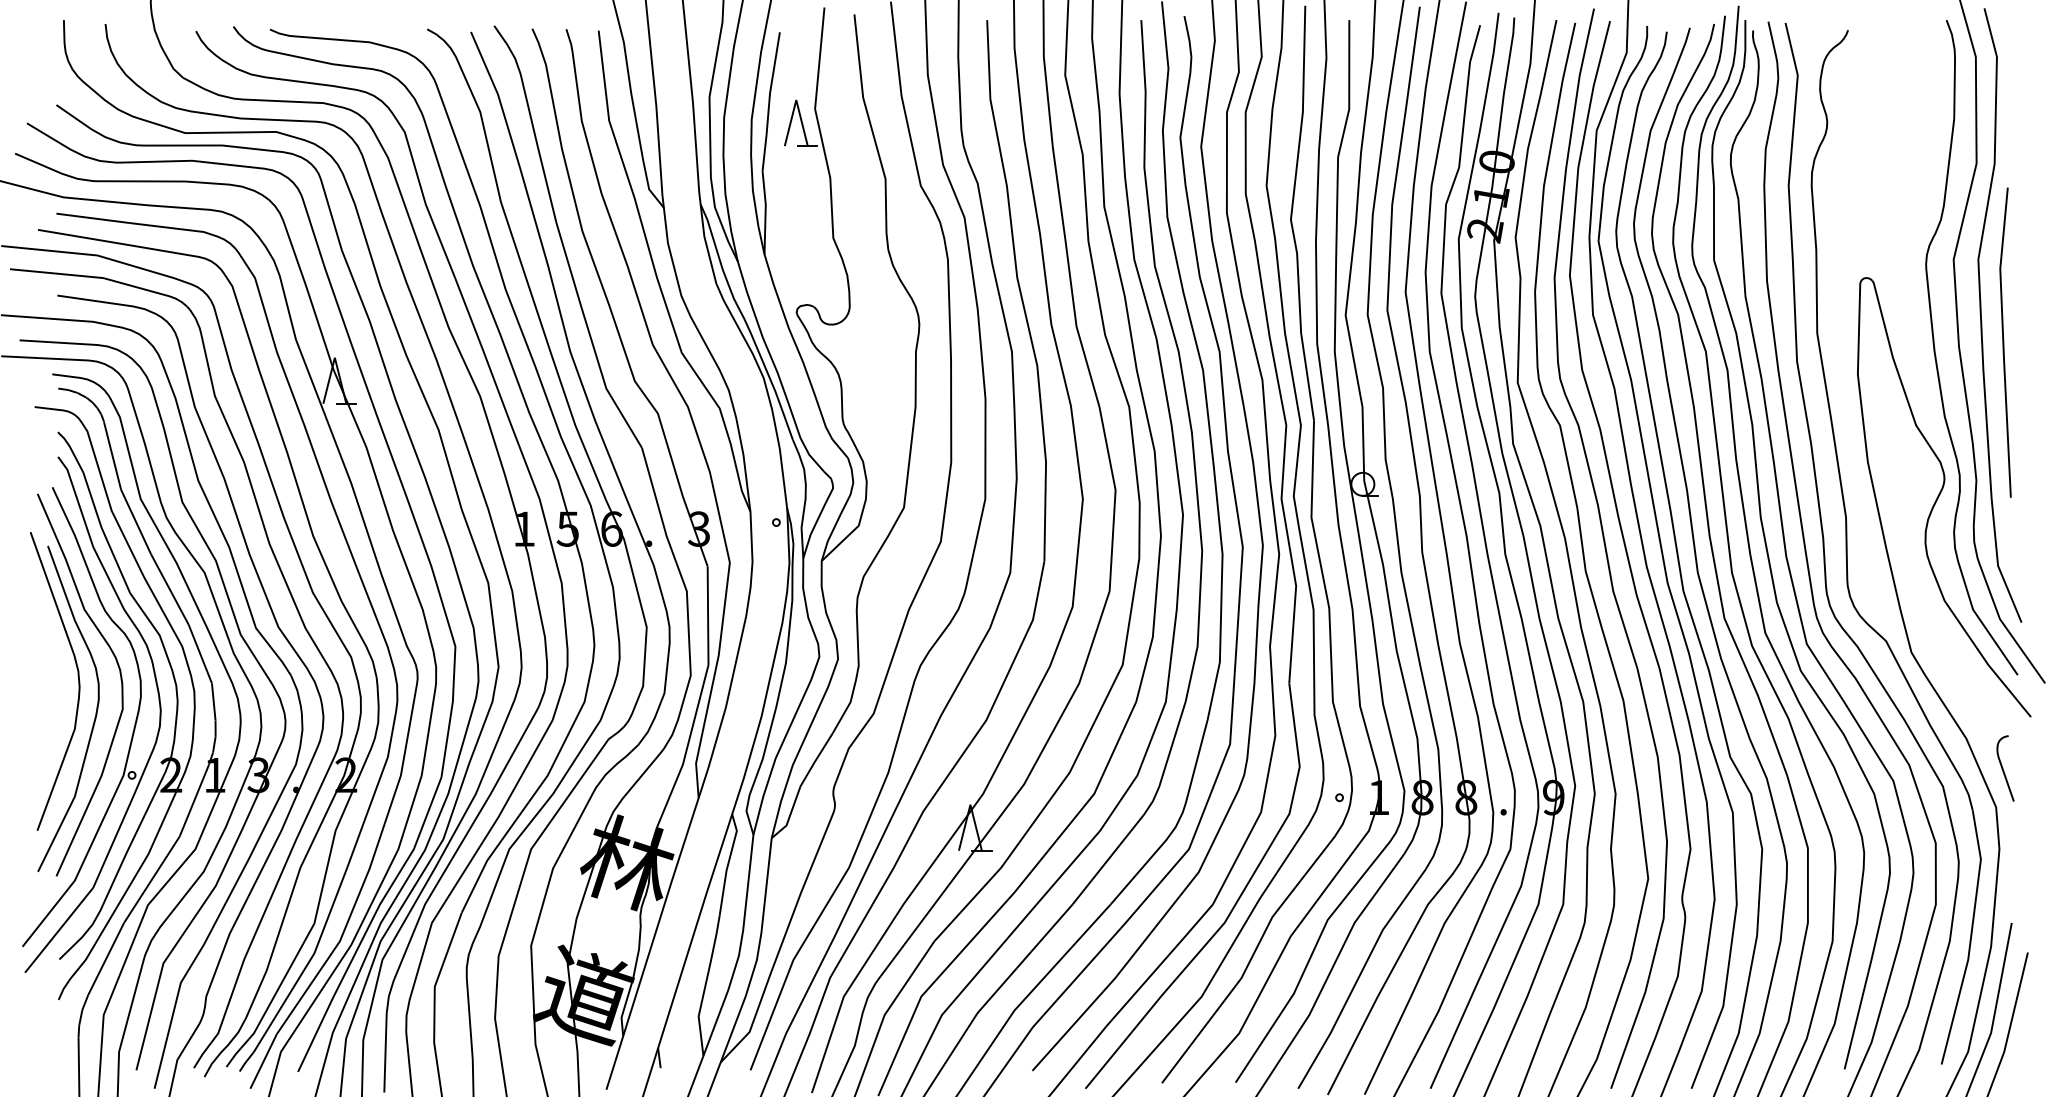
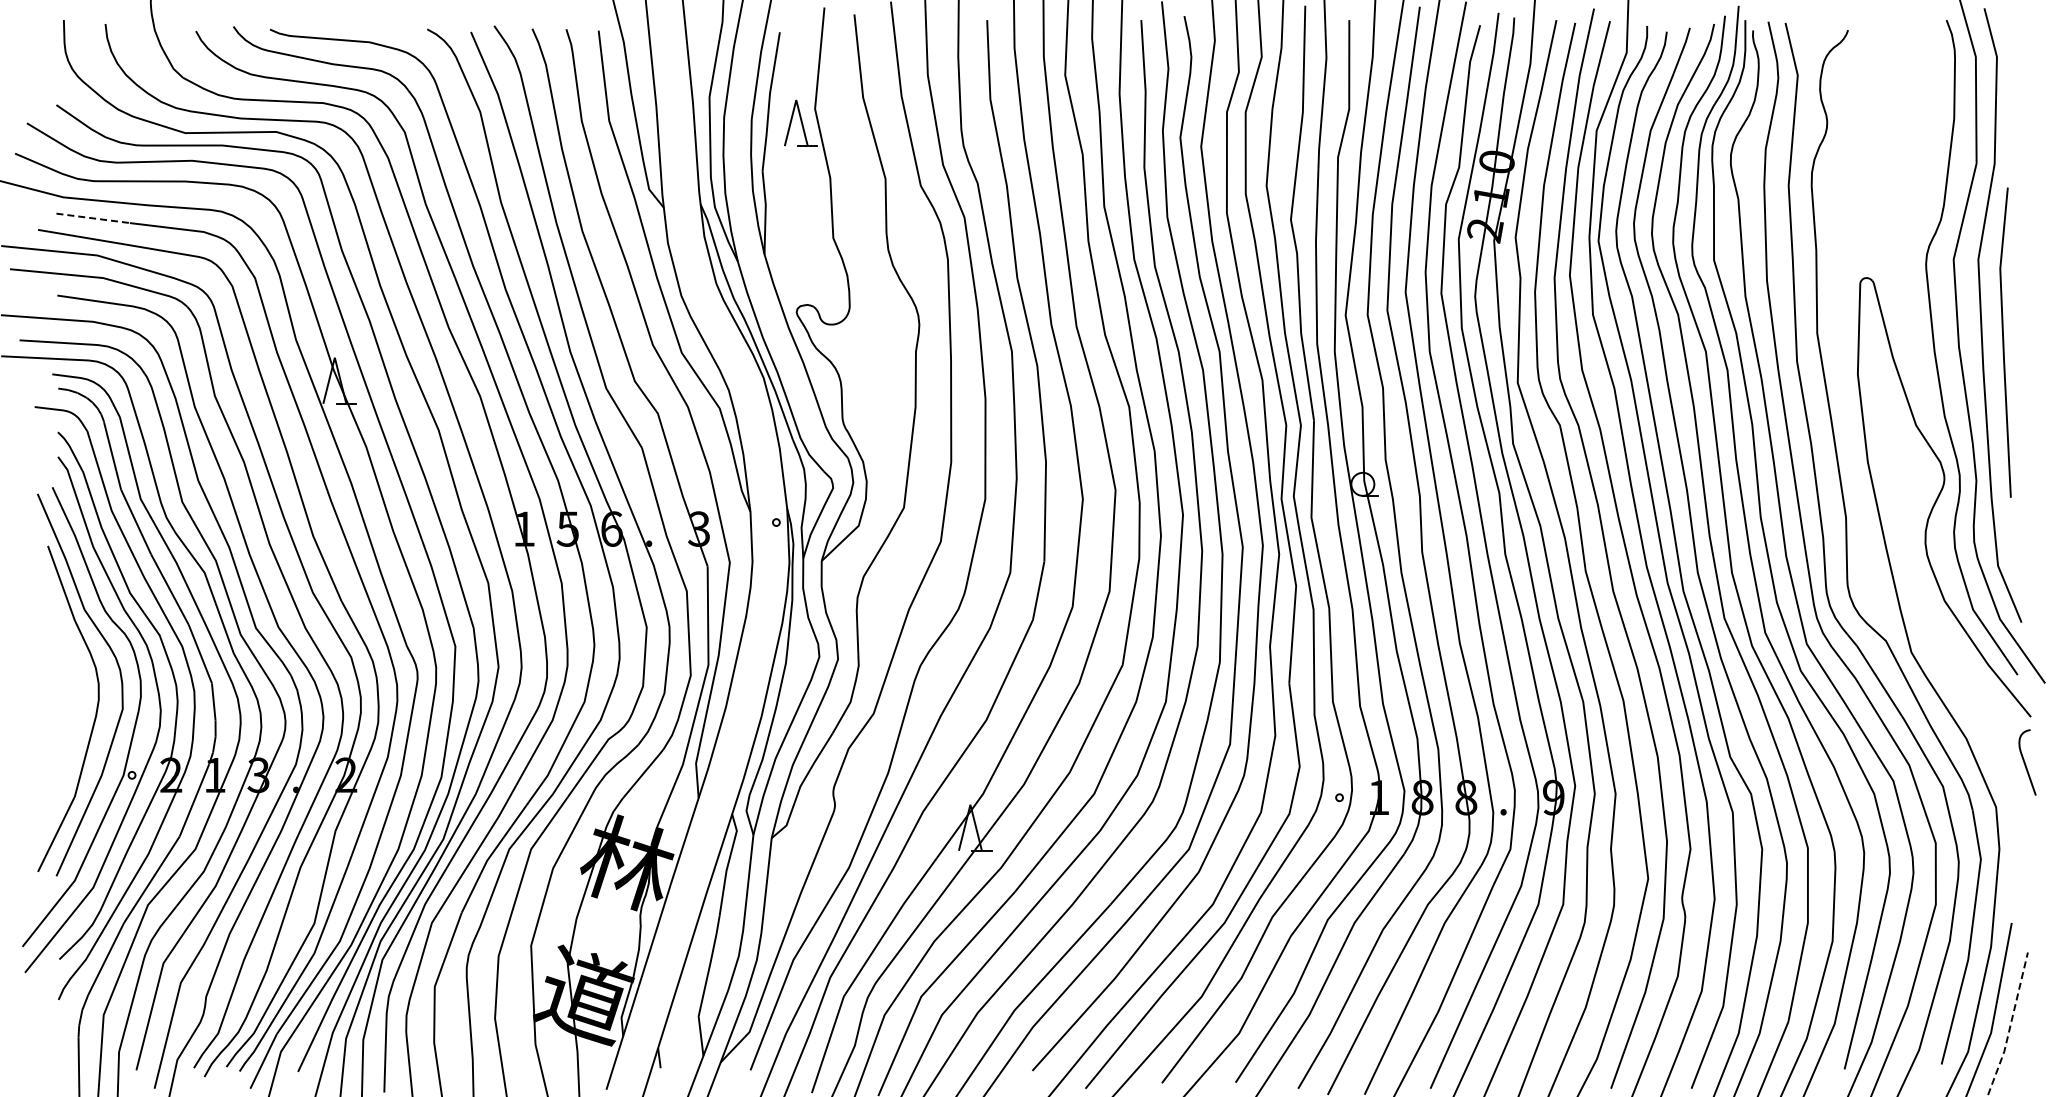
line at (93, 218): solid -> dashed
curve at (77, 676): present -> none
curve at (2003, 768) position: (2003, 768) -> (2025, 762)
line at (2010, 1025): solid -> dashed
